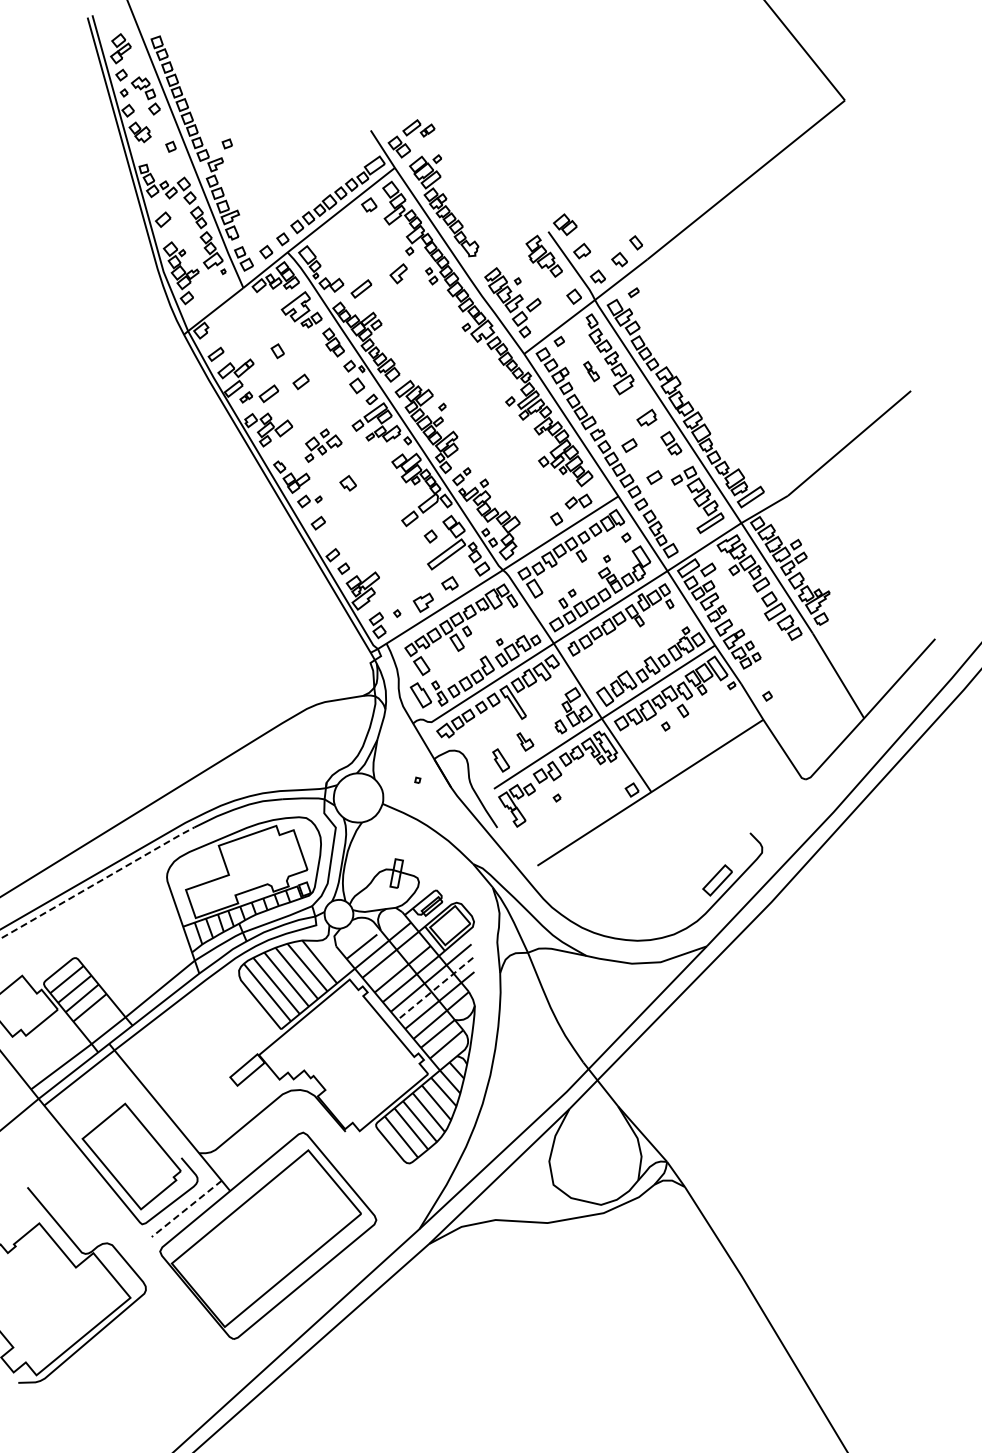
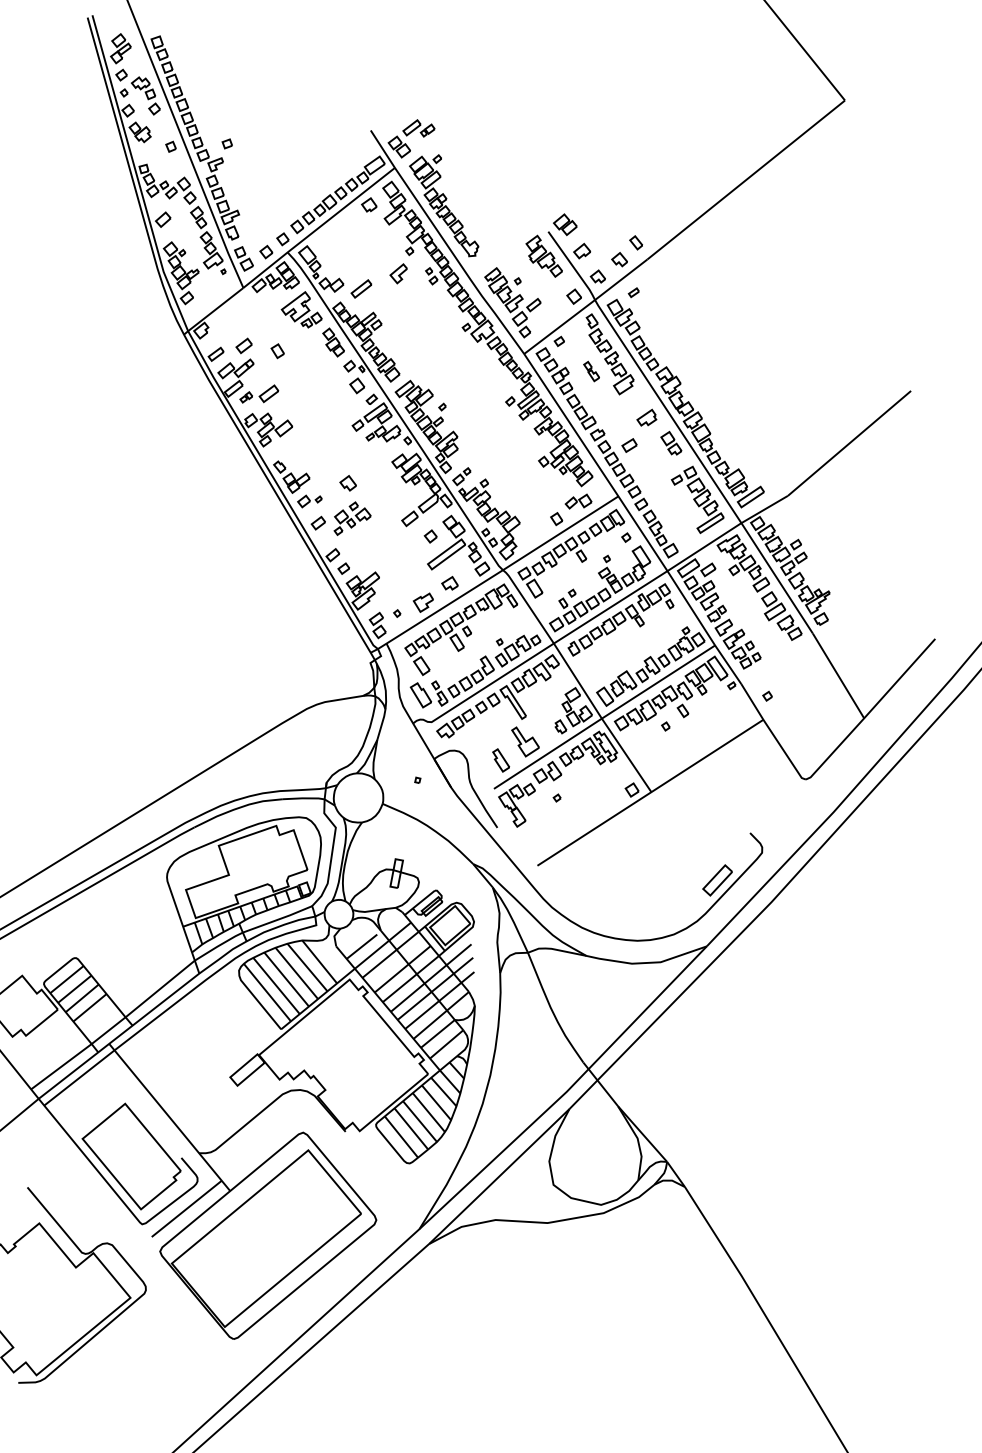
part at (300, 381) position: (300, 381) -> (243, 345)
part at (323, 445) position: (323, 445) -> (352, 518)
part at (654, 477): present -> none
part at (525, 741) size: 19x20 px -> 29x32 px
line at (97, 882): dashed -> solid
line at (435, 988): dashed -> solid
line at (186, 1208): dashed -> solid
